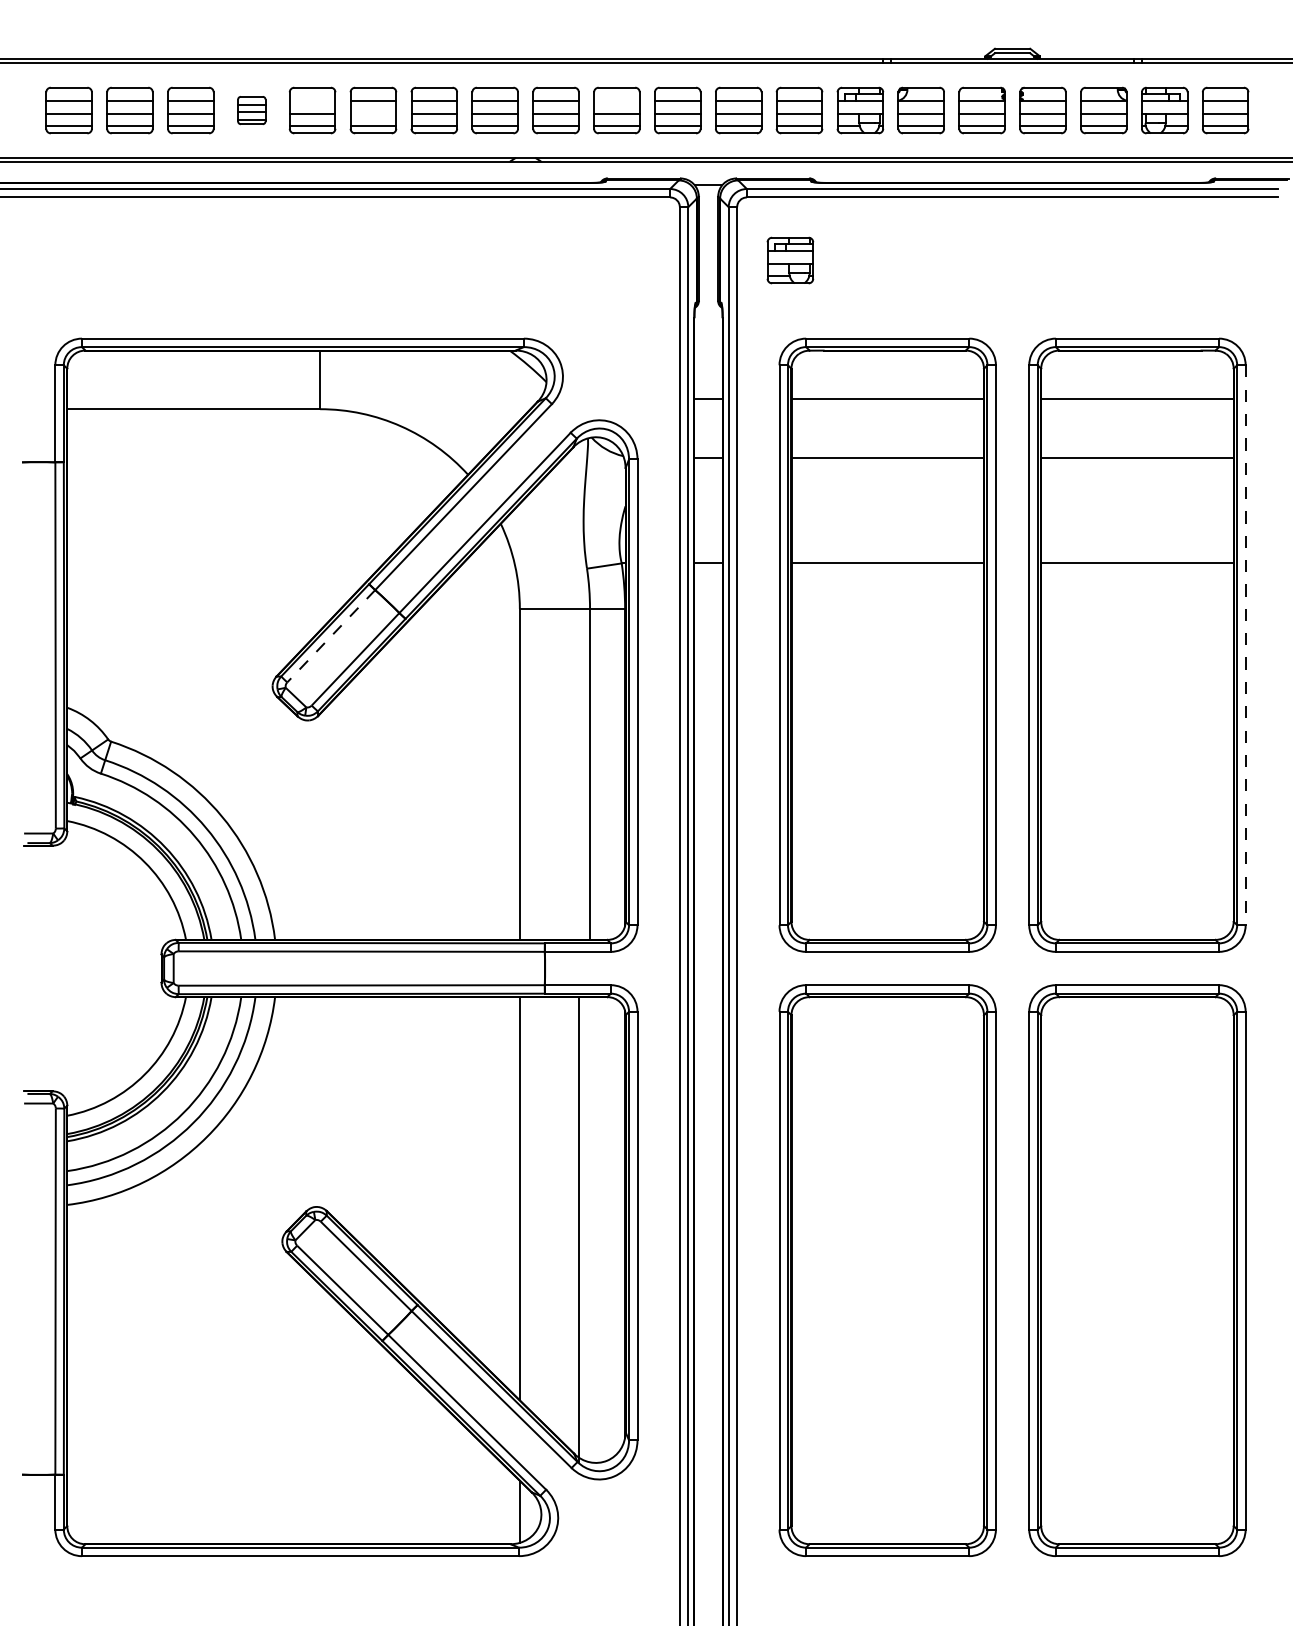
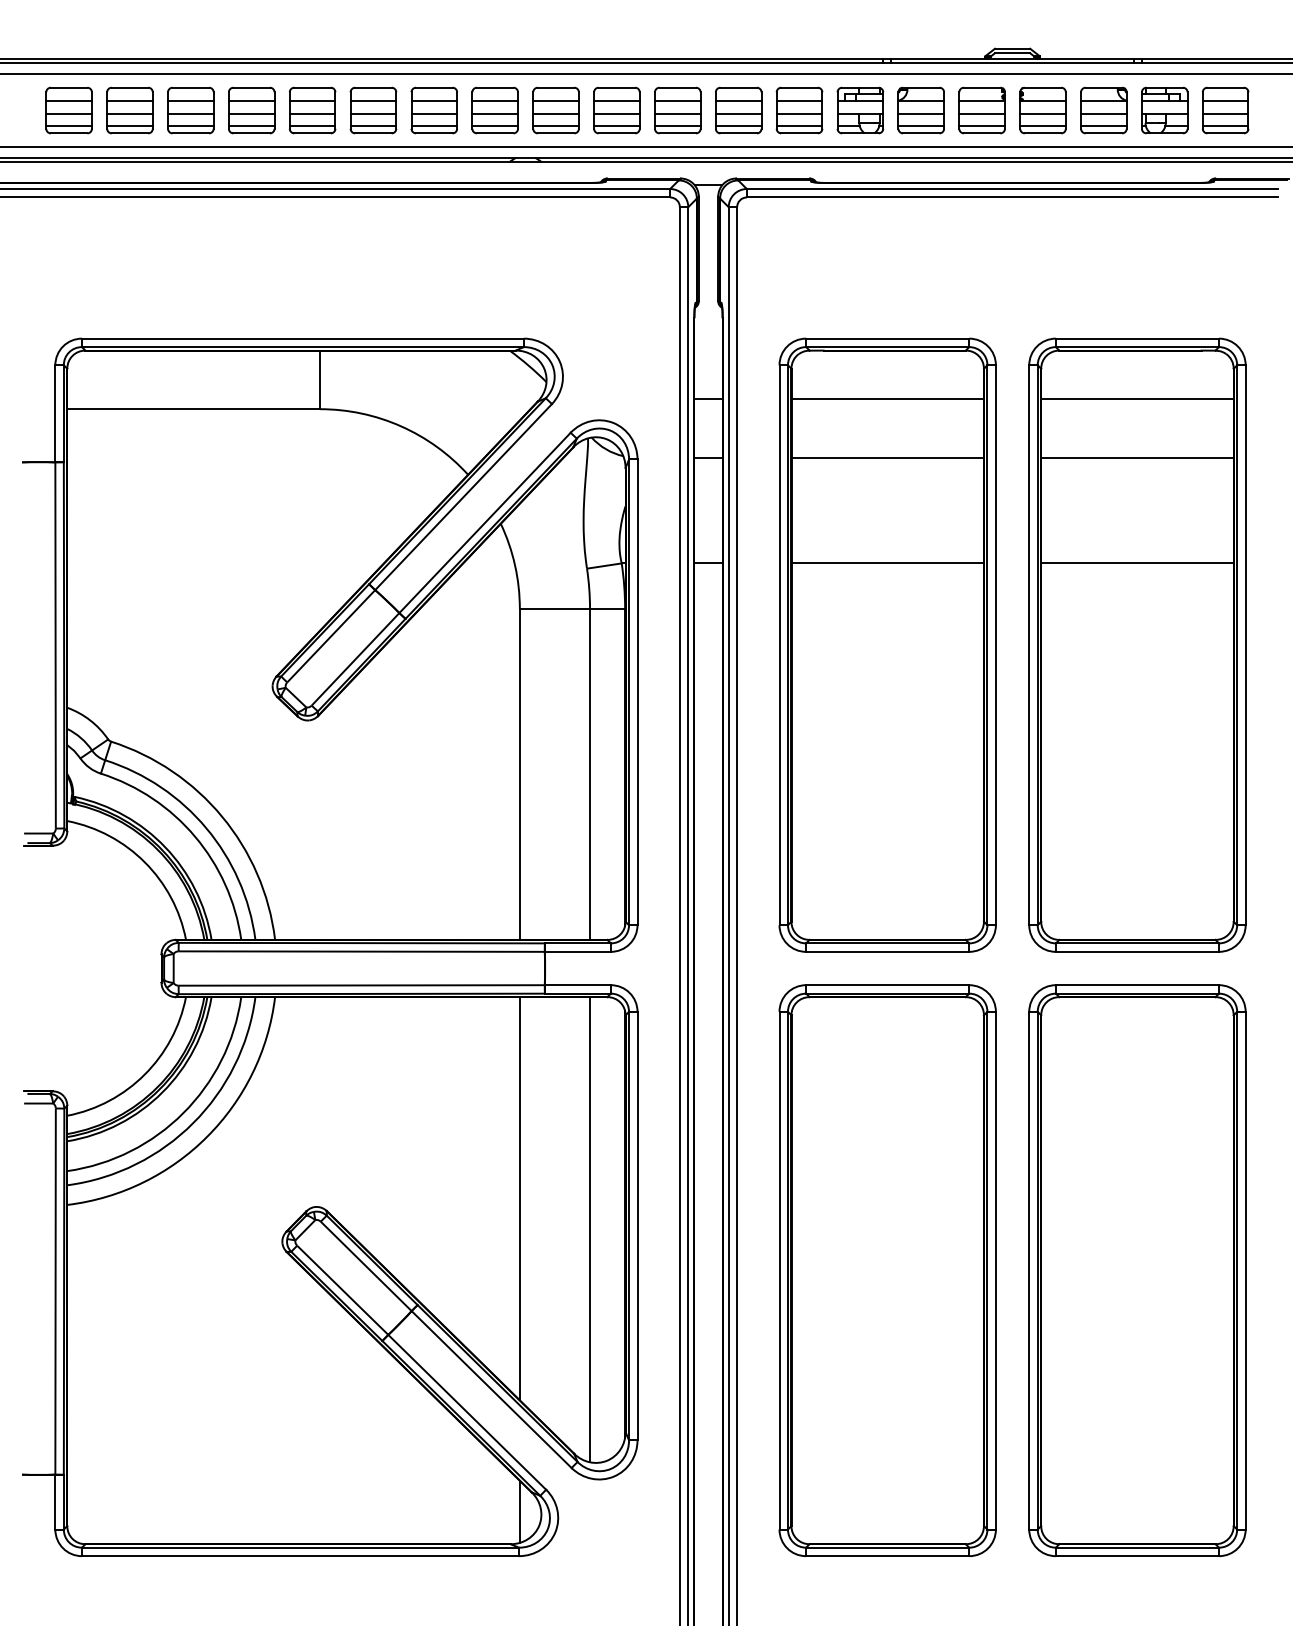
line at (645, 74): none -> present
line at (312, 100): none -> present
line at (616, 100): none -> present
part at (251, 110) size: 30x30 px -> 48x49 px
line at (373, 113): none -> present
line at (645, 146): none -> present
part at (790, 260): present -> none
line at (331, 636): dashed -> solid
line at (1245, 645): dashed -> solid
line at (579, 1229) position: (579, 1229) -> (590, 1229)
